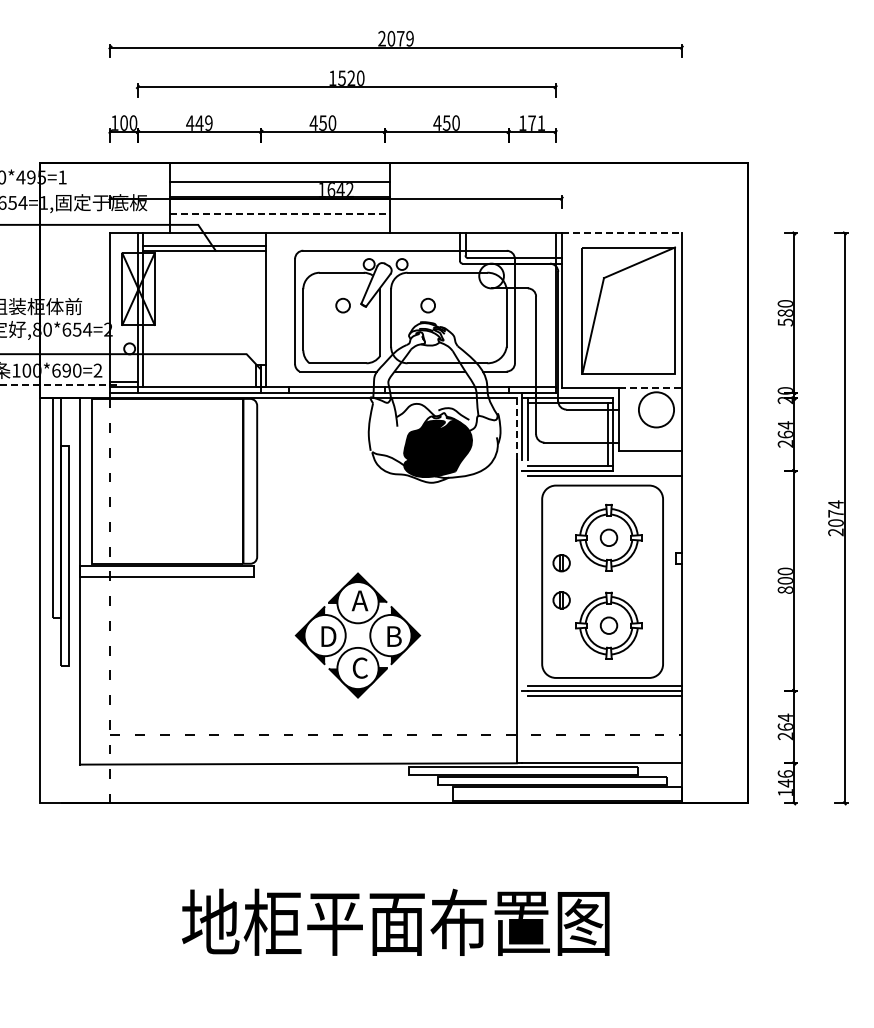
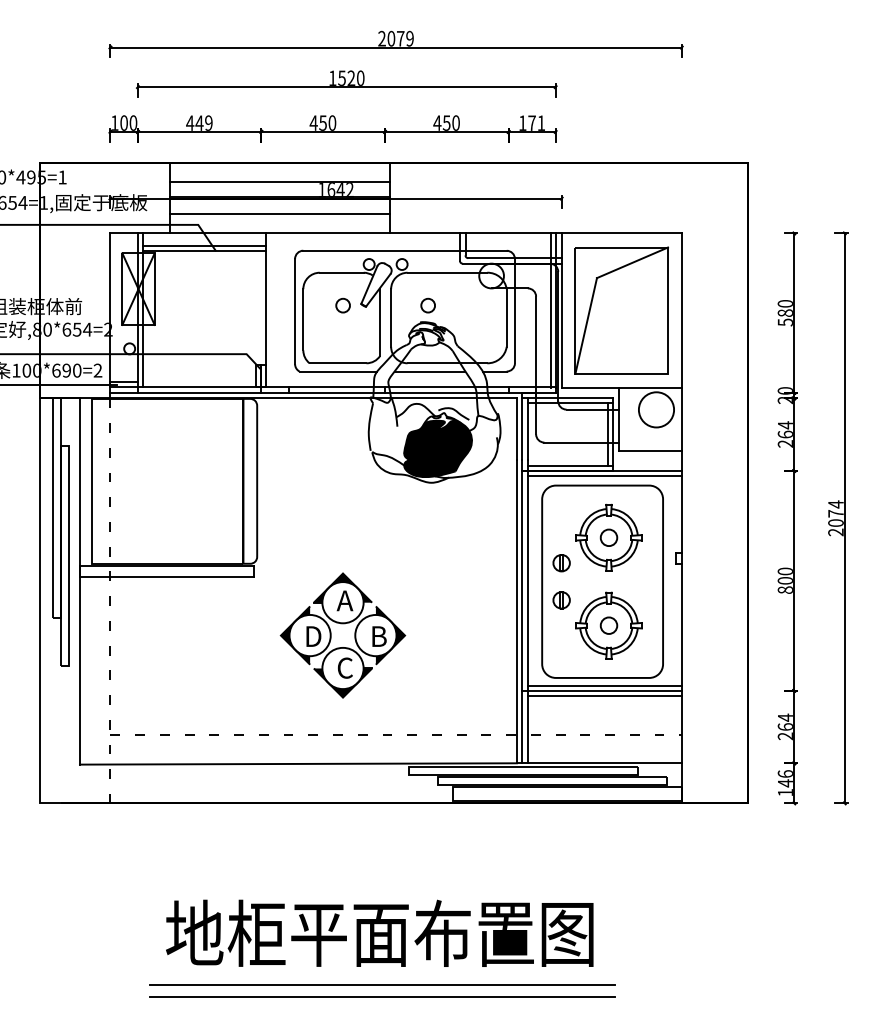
line at (280, 214): dashed -> solid
line at (622, 233): dashed -> solid
line at (550, 310): none -> present
part at (628, 310) position: (628, 310) -> (621, 310)
line at (58, 385): dashed -> solid
line at (650, 387): dashed -> solid
line at (516, 429): dashed -> solid
line at (647, 470): none -> present
line at (522, 611): none -> present
line at (527, 611): none -> present
part at (357, 624) position: (357, 624) -> (342, 624)
text at (395, 921) position: (395, 921) -> (379, 932)
line at (382, 984): none -> present
line at (382, 997): none -> present
